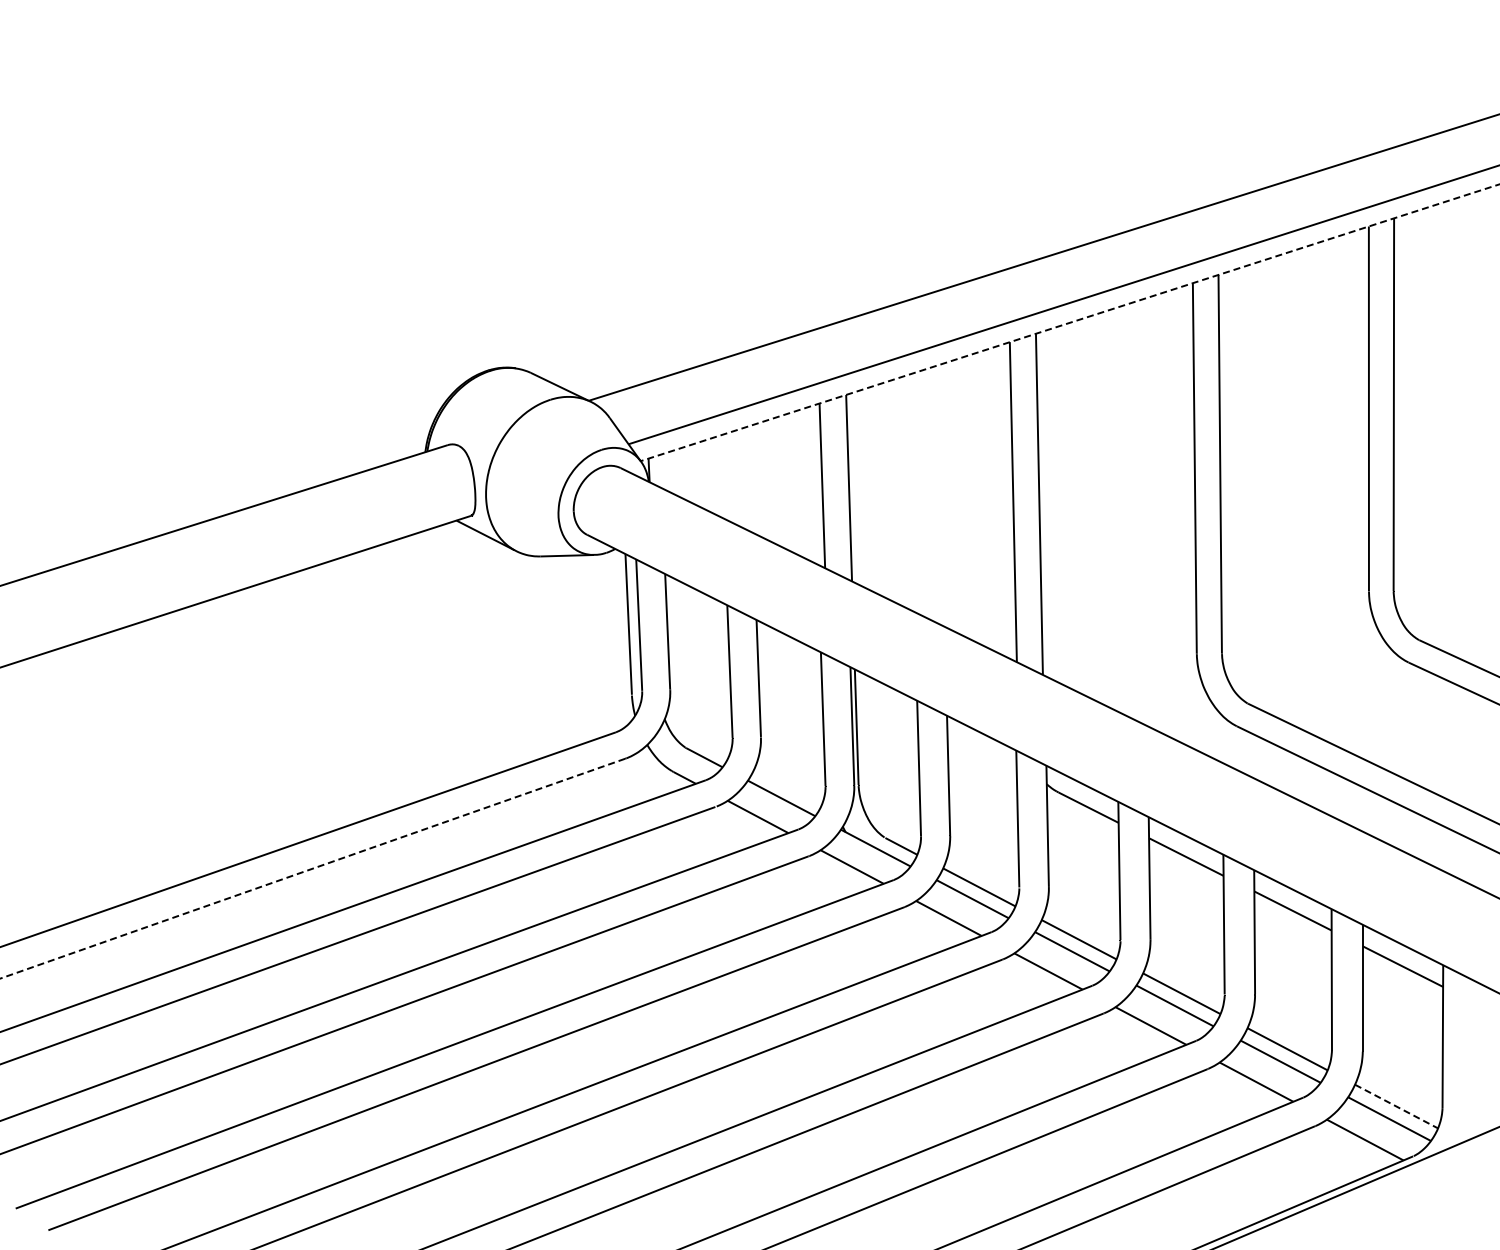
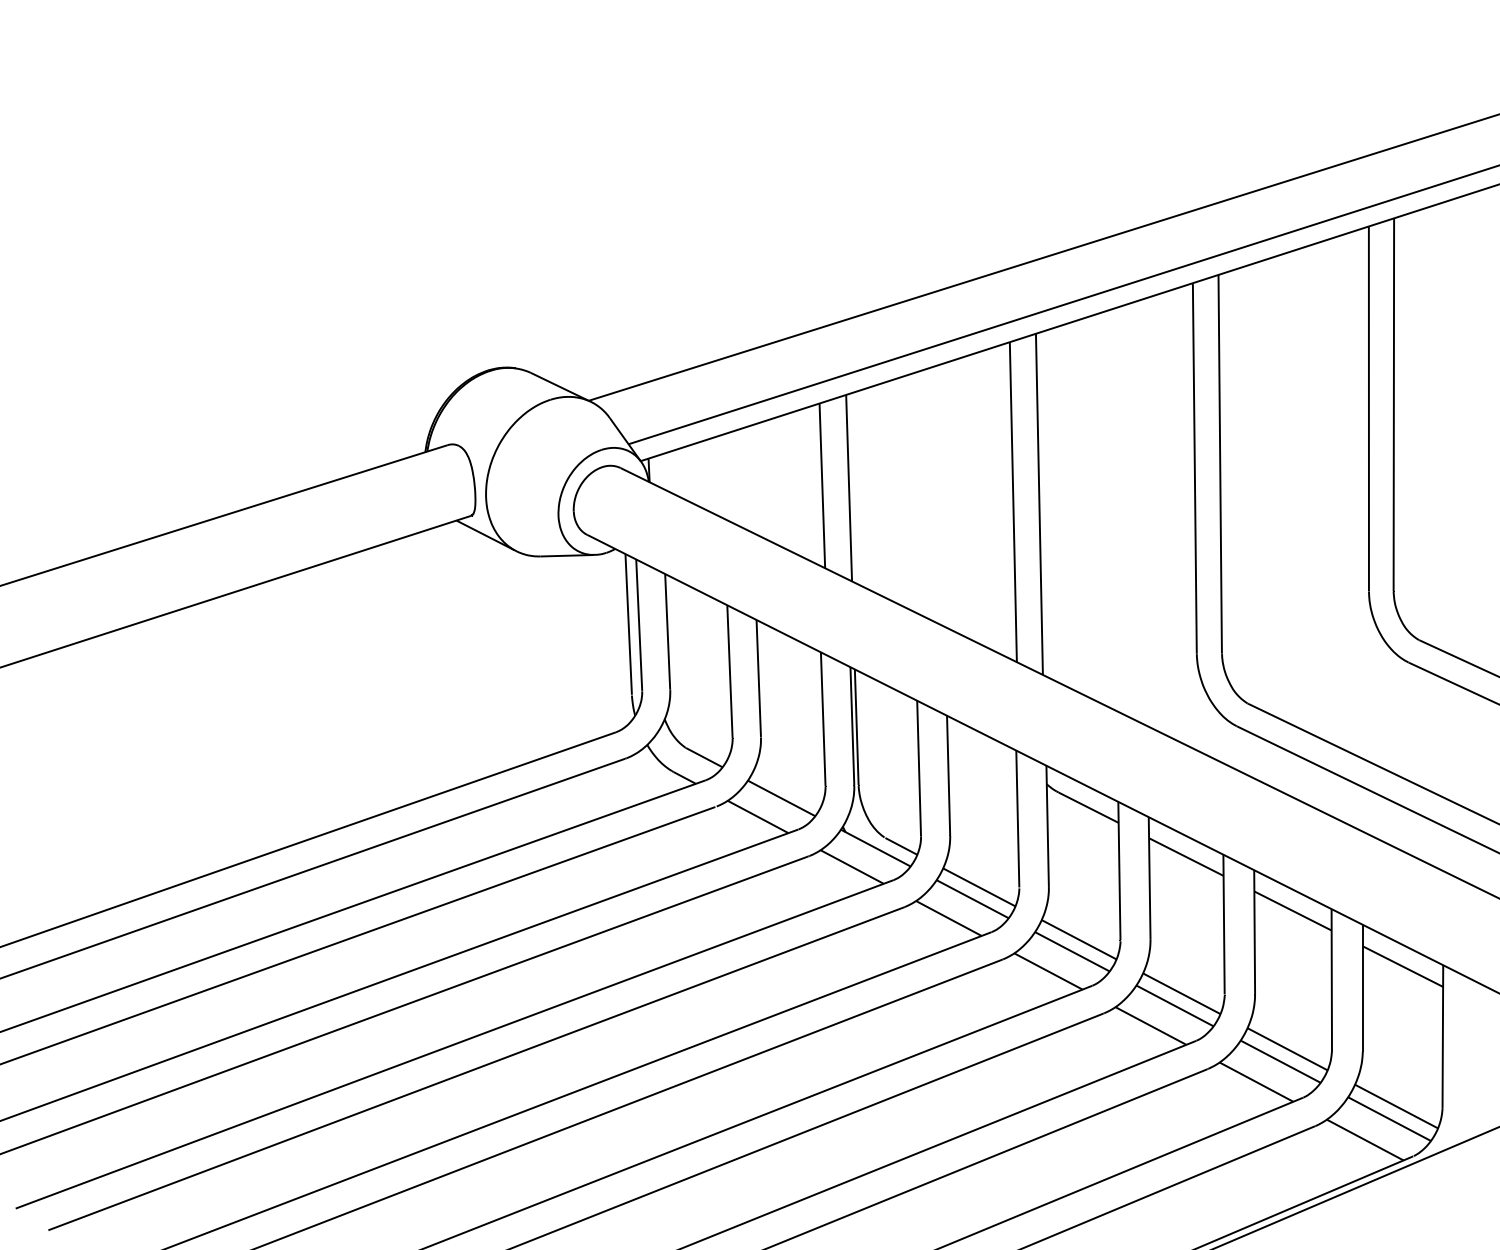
line at (1069, 322): dashed -> solid
line at (312, 868): dashed -> solid
line at (1396, 1106): dashed -> solid
